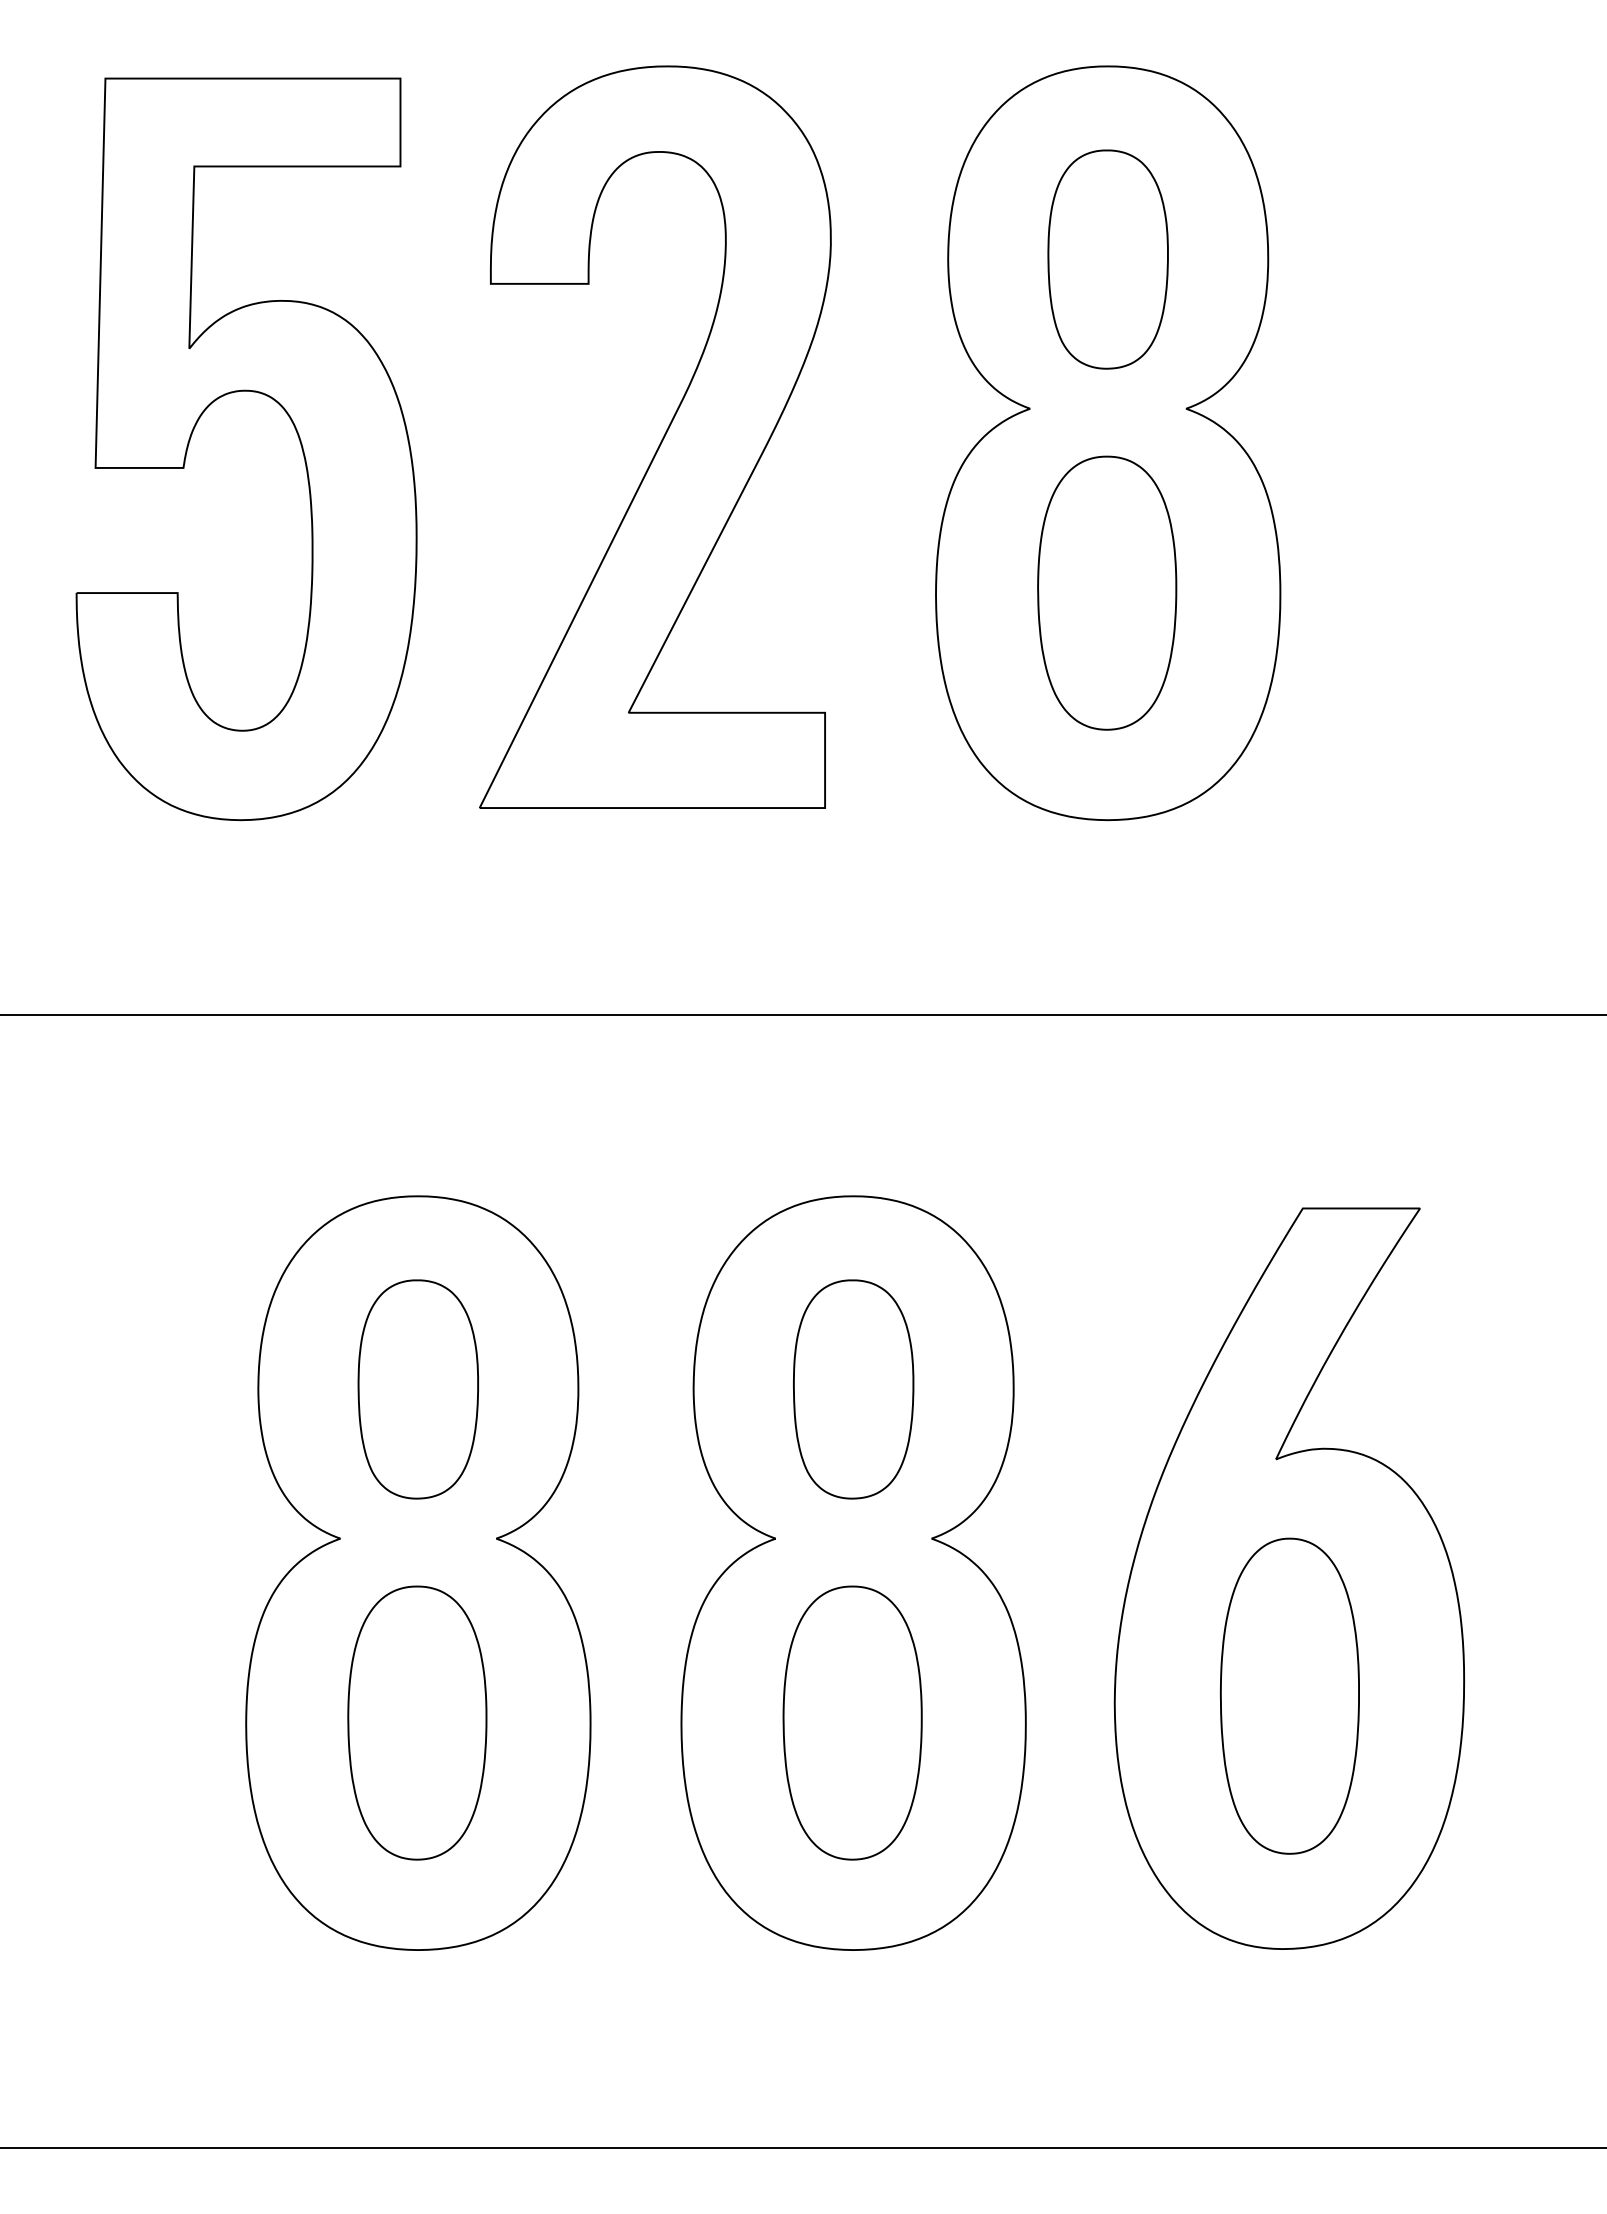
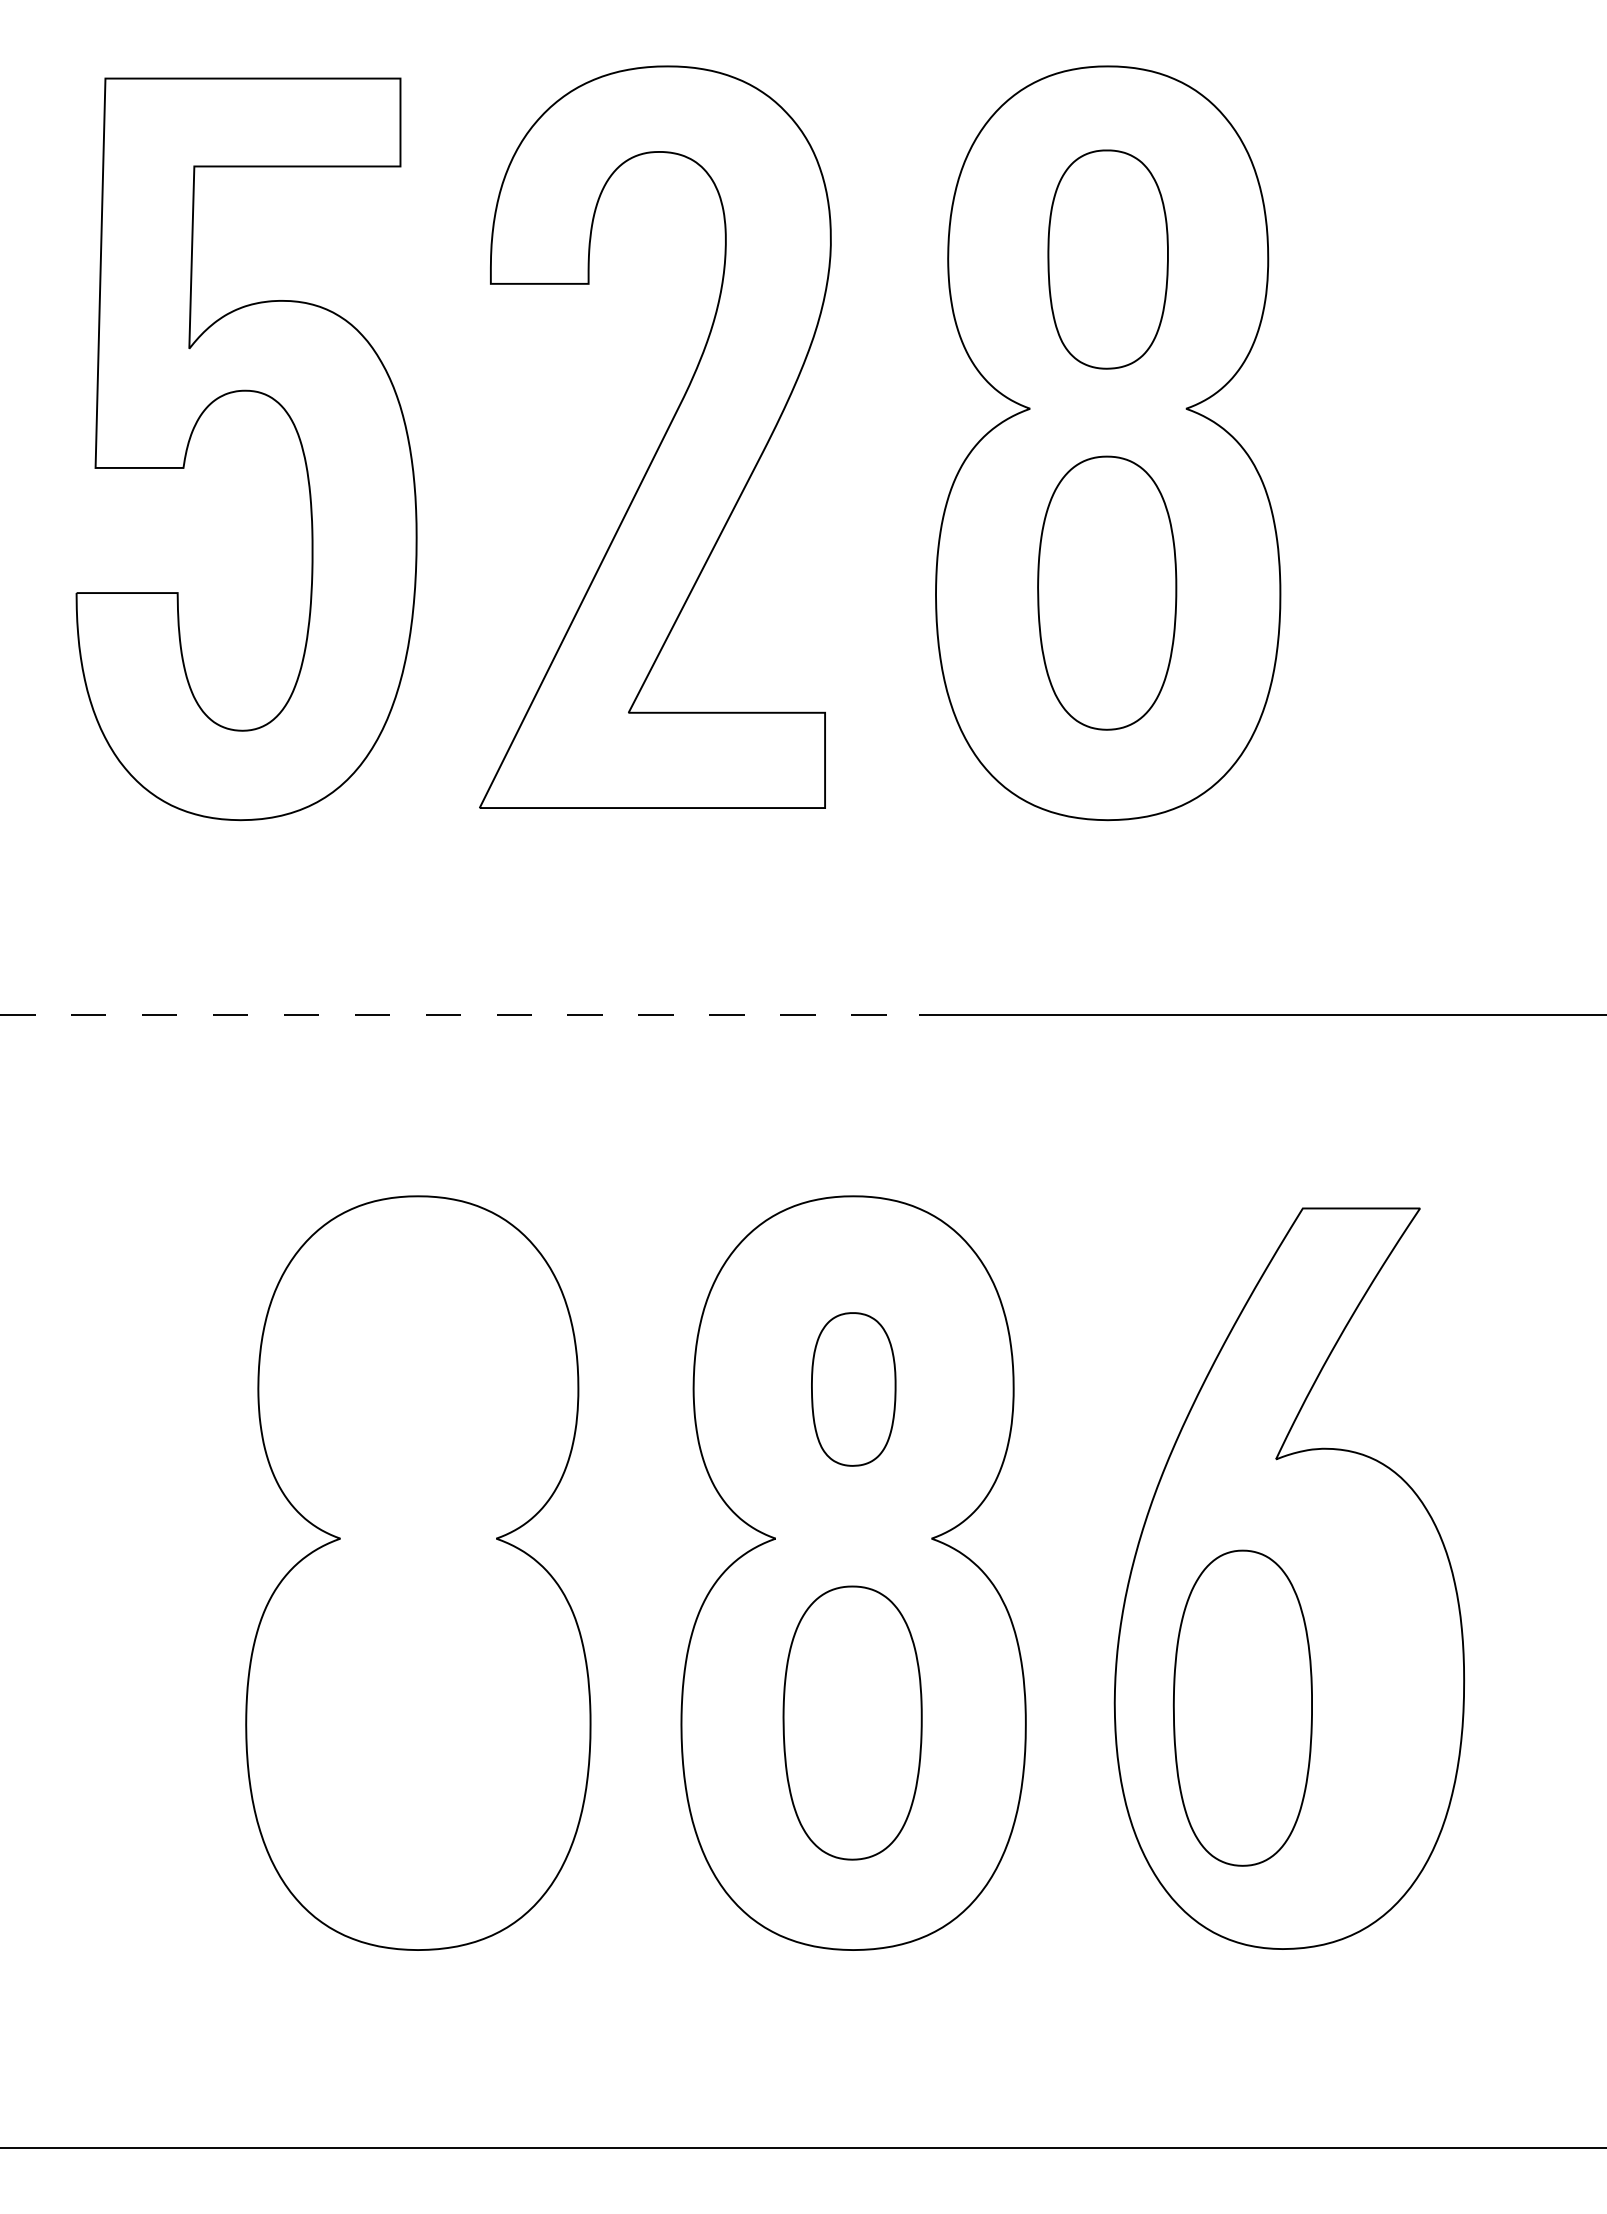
line at (459, 1014): solid -> dashed
part at (417, 1389): present -> none
part at (853, 1389) size: 122x221 px -> 86x155 px
part at (1289, 1695) position: (1289, 1695) -> (1242, 1707)
part at (417, 1722): present -> none
